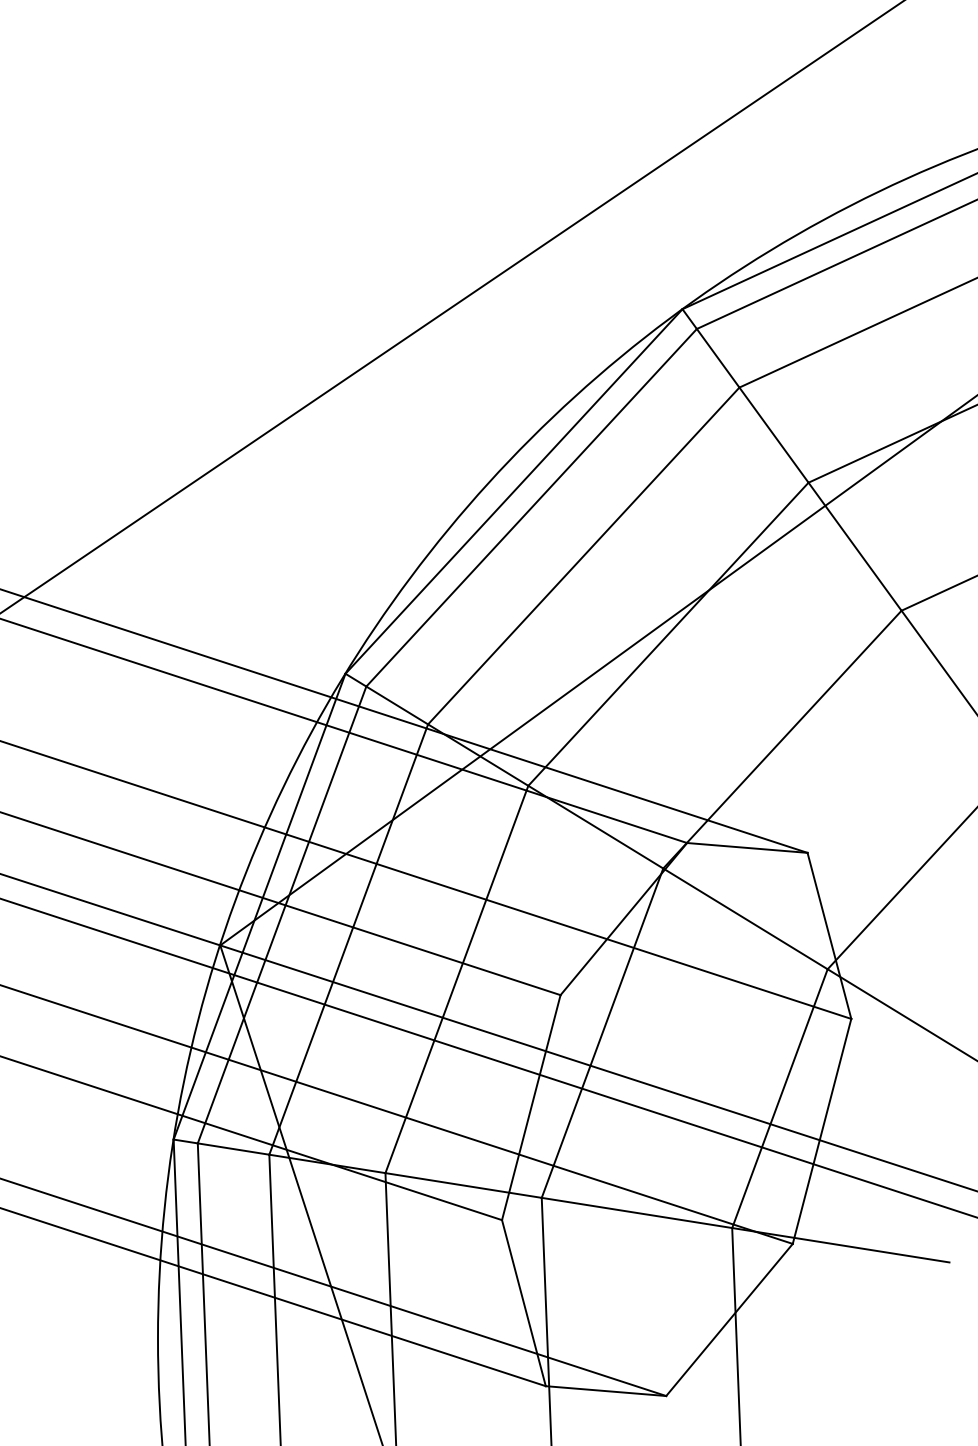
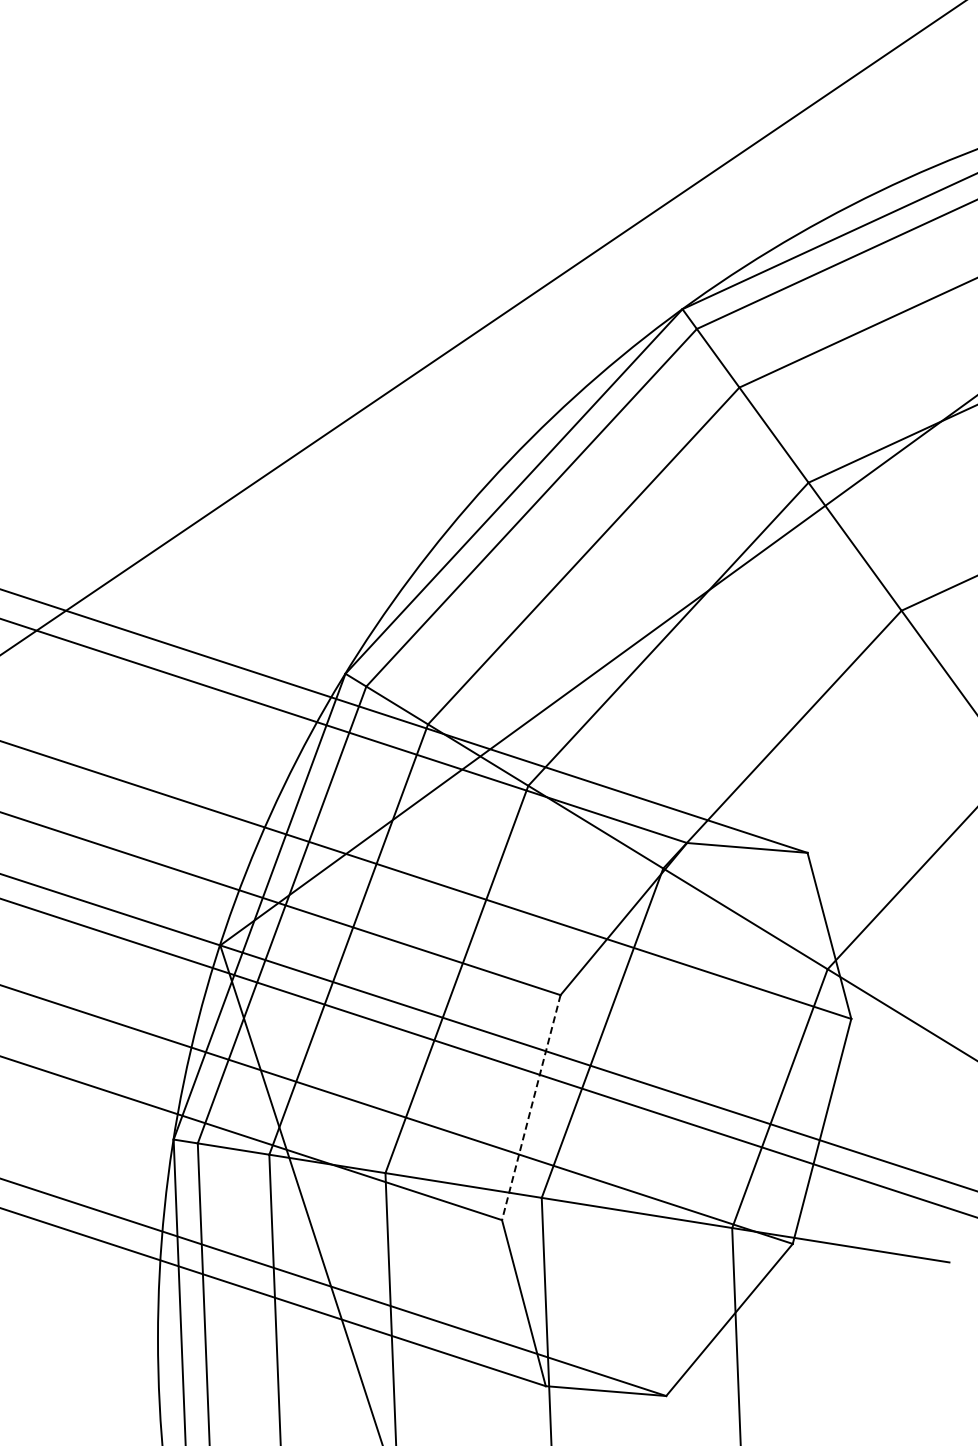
line at (451, 306) position: (451, 306) -> (482, 327)
line at (531, 1108): solid -> dashed
